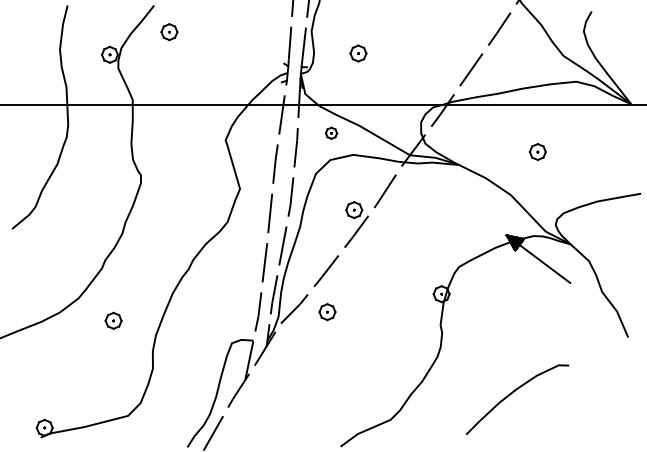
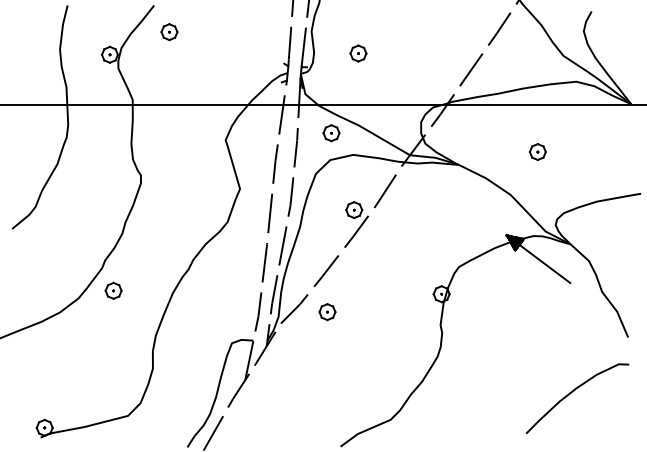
part at (331, 132) size: 15x14 px -> 19x19 px
part at (113, 320) position: (113, 320) -> (113, 290)
curve at (514, 392) position: (514, 392) -> (574, 391)
